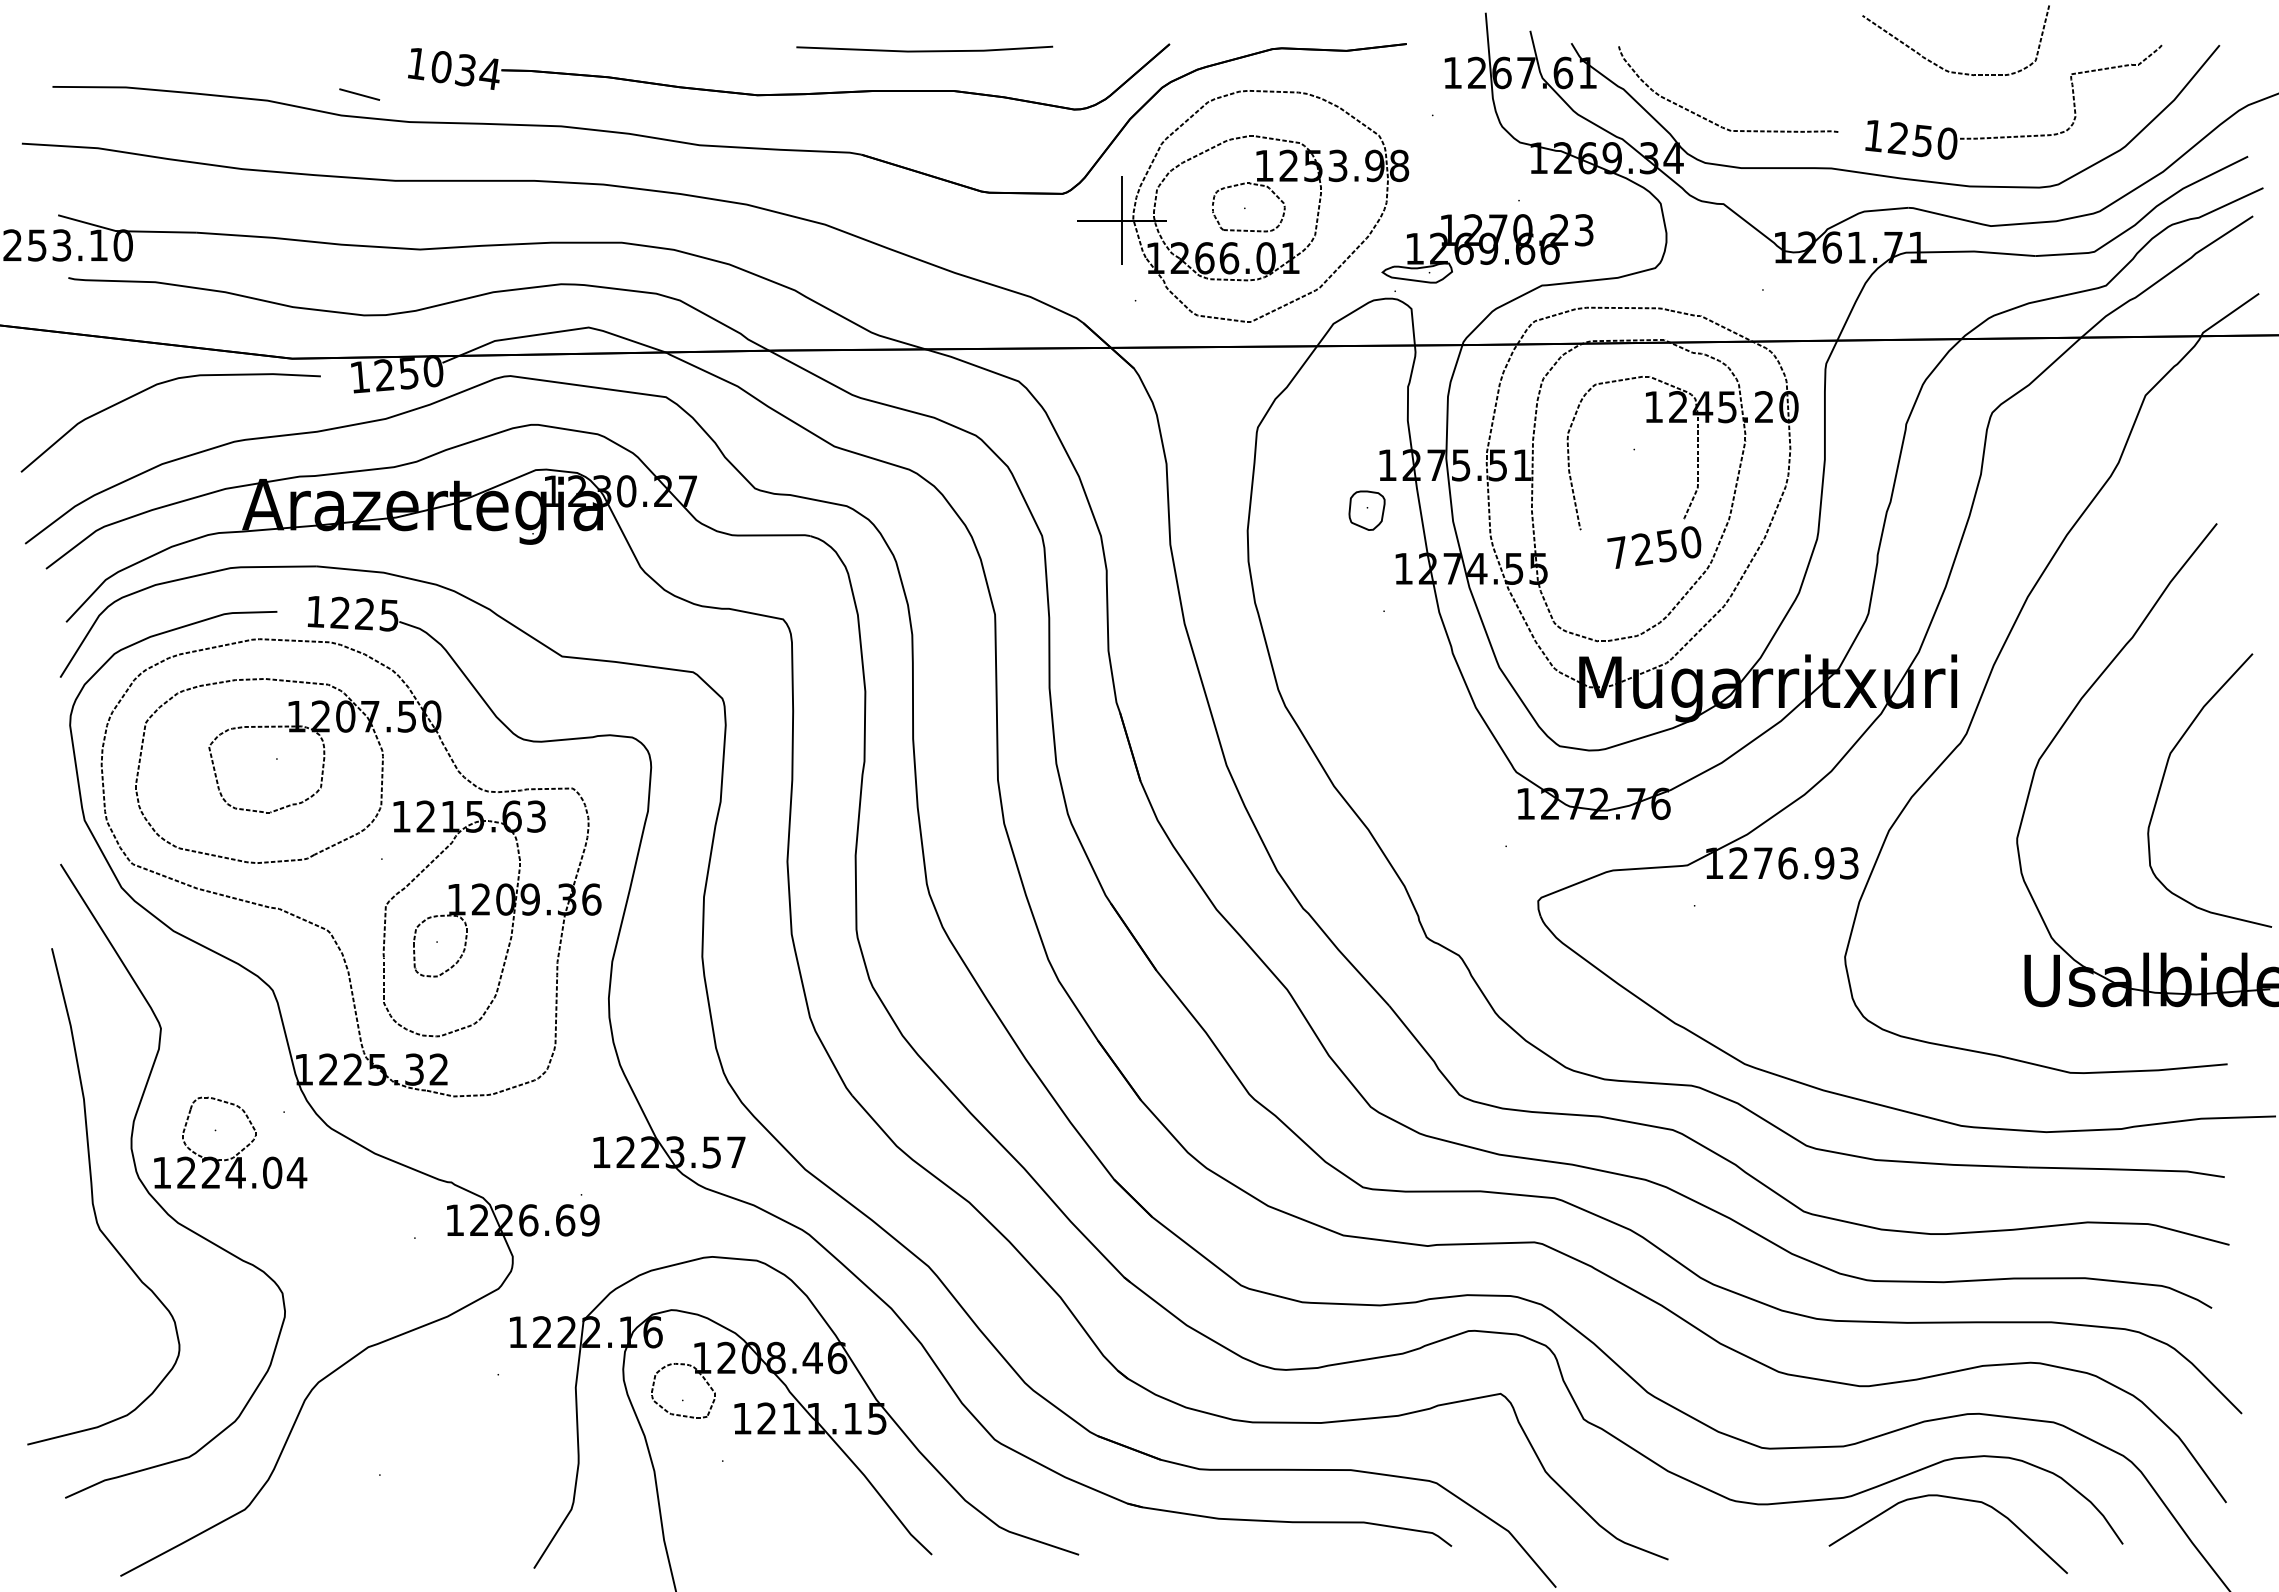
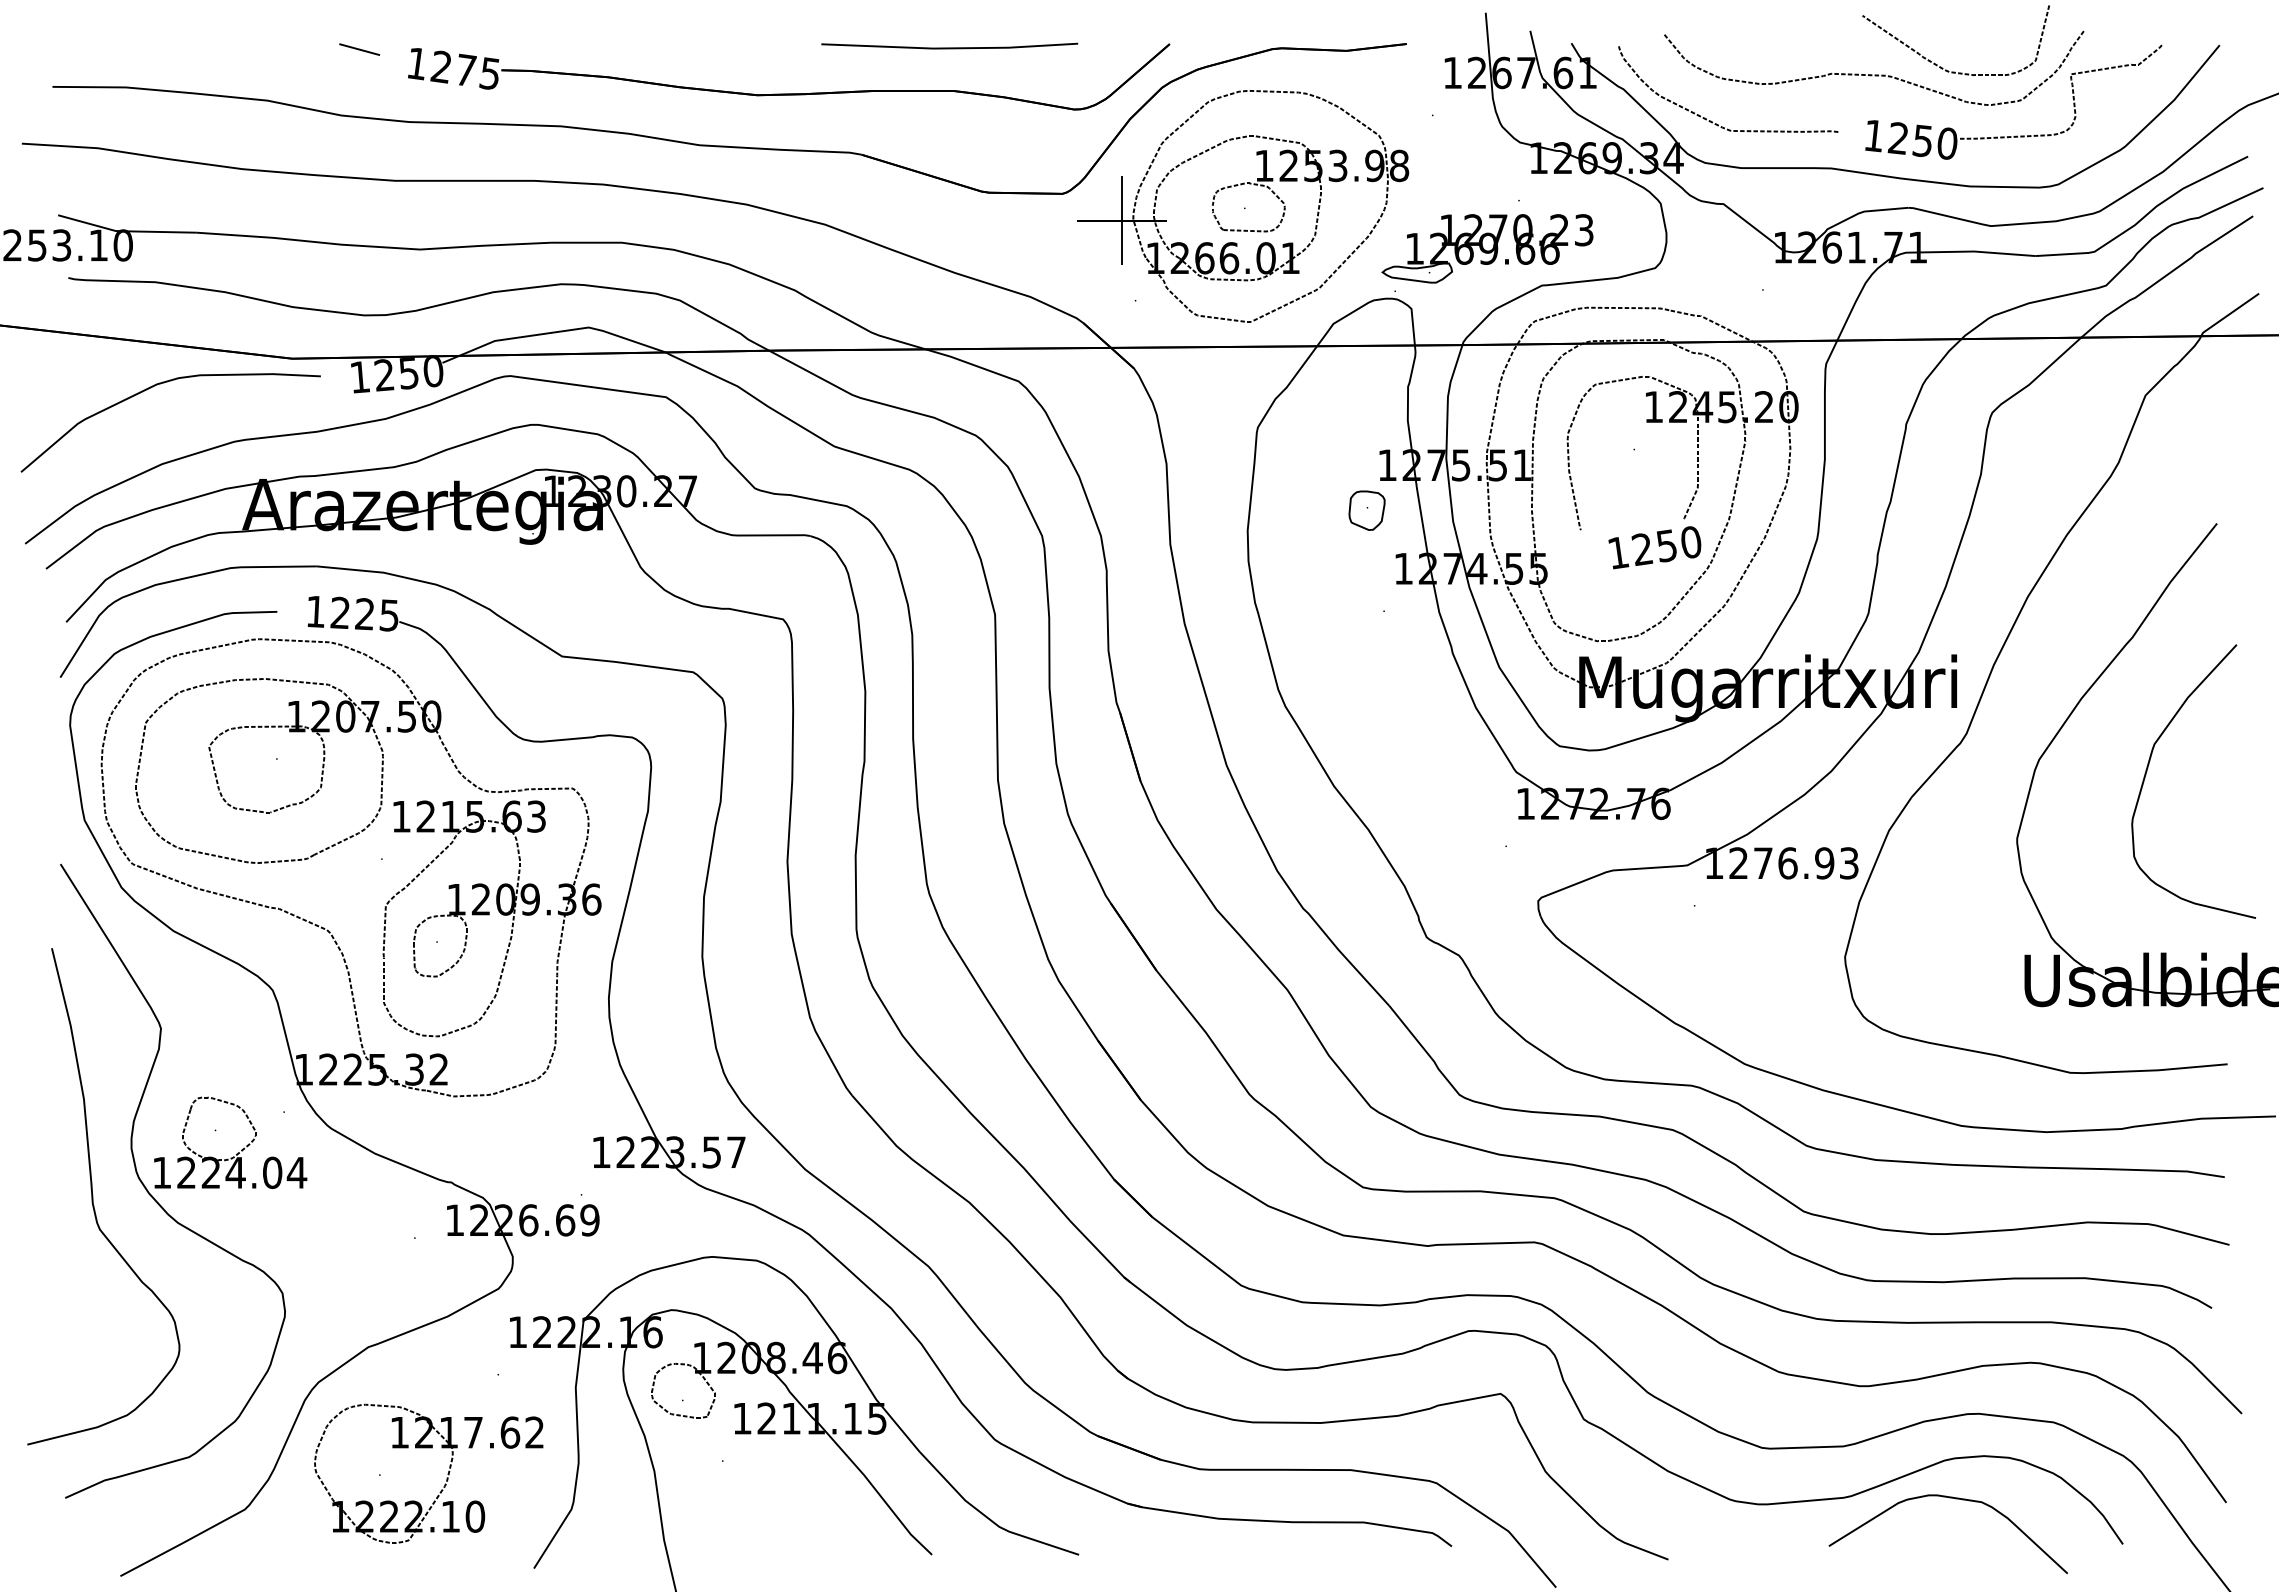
line at (924, 50) position: (924, 50) -> (949, 47)
text at (464, 69): 1034 -> 1275
curve at (1874, 74): none -> present
line at (359, 94) position: (359, 94) -> (359, 49)
text at (1618, 552): 7250 -> 1250
curve at (2164, 777) position: (2164, 777) -> (2148, 768)
part at (446, 1478): none -> present
